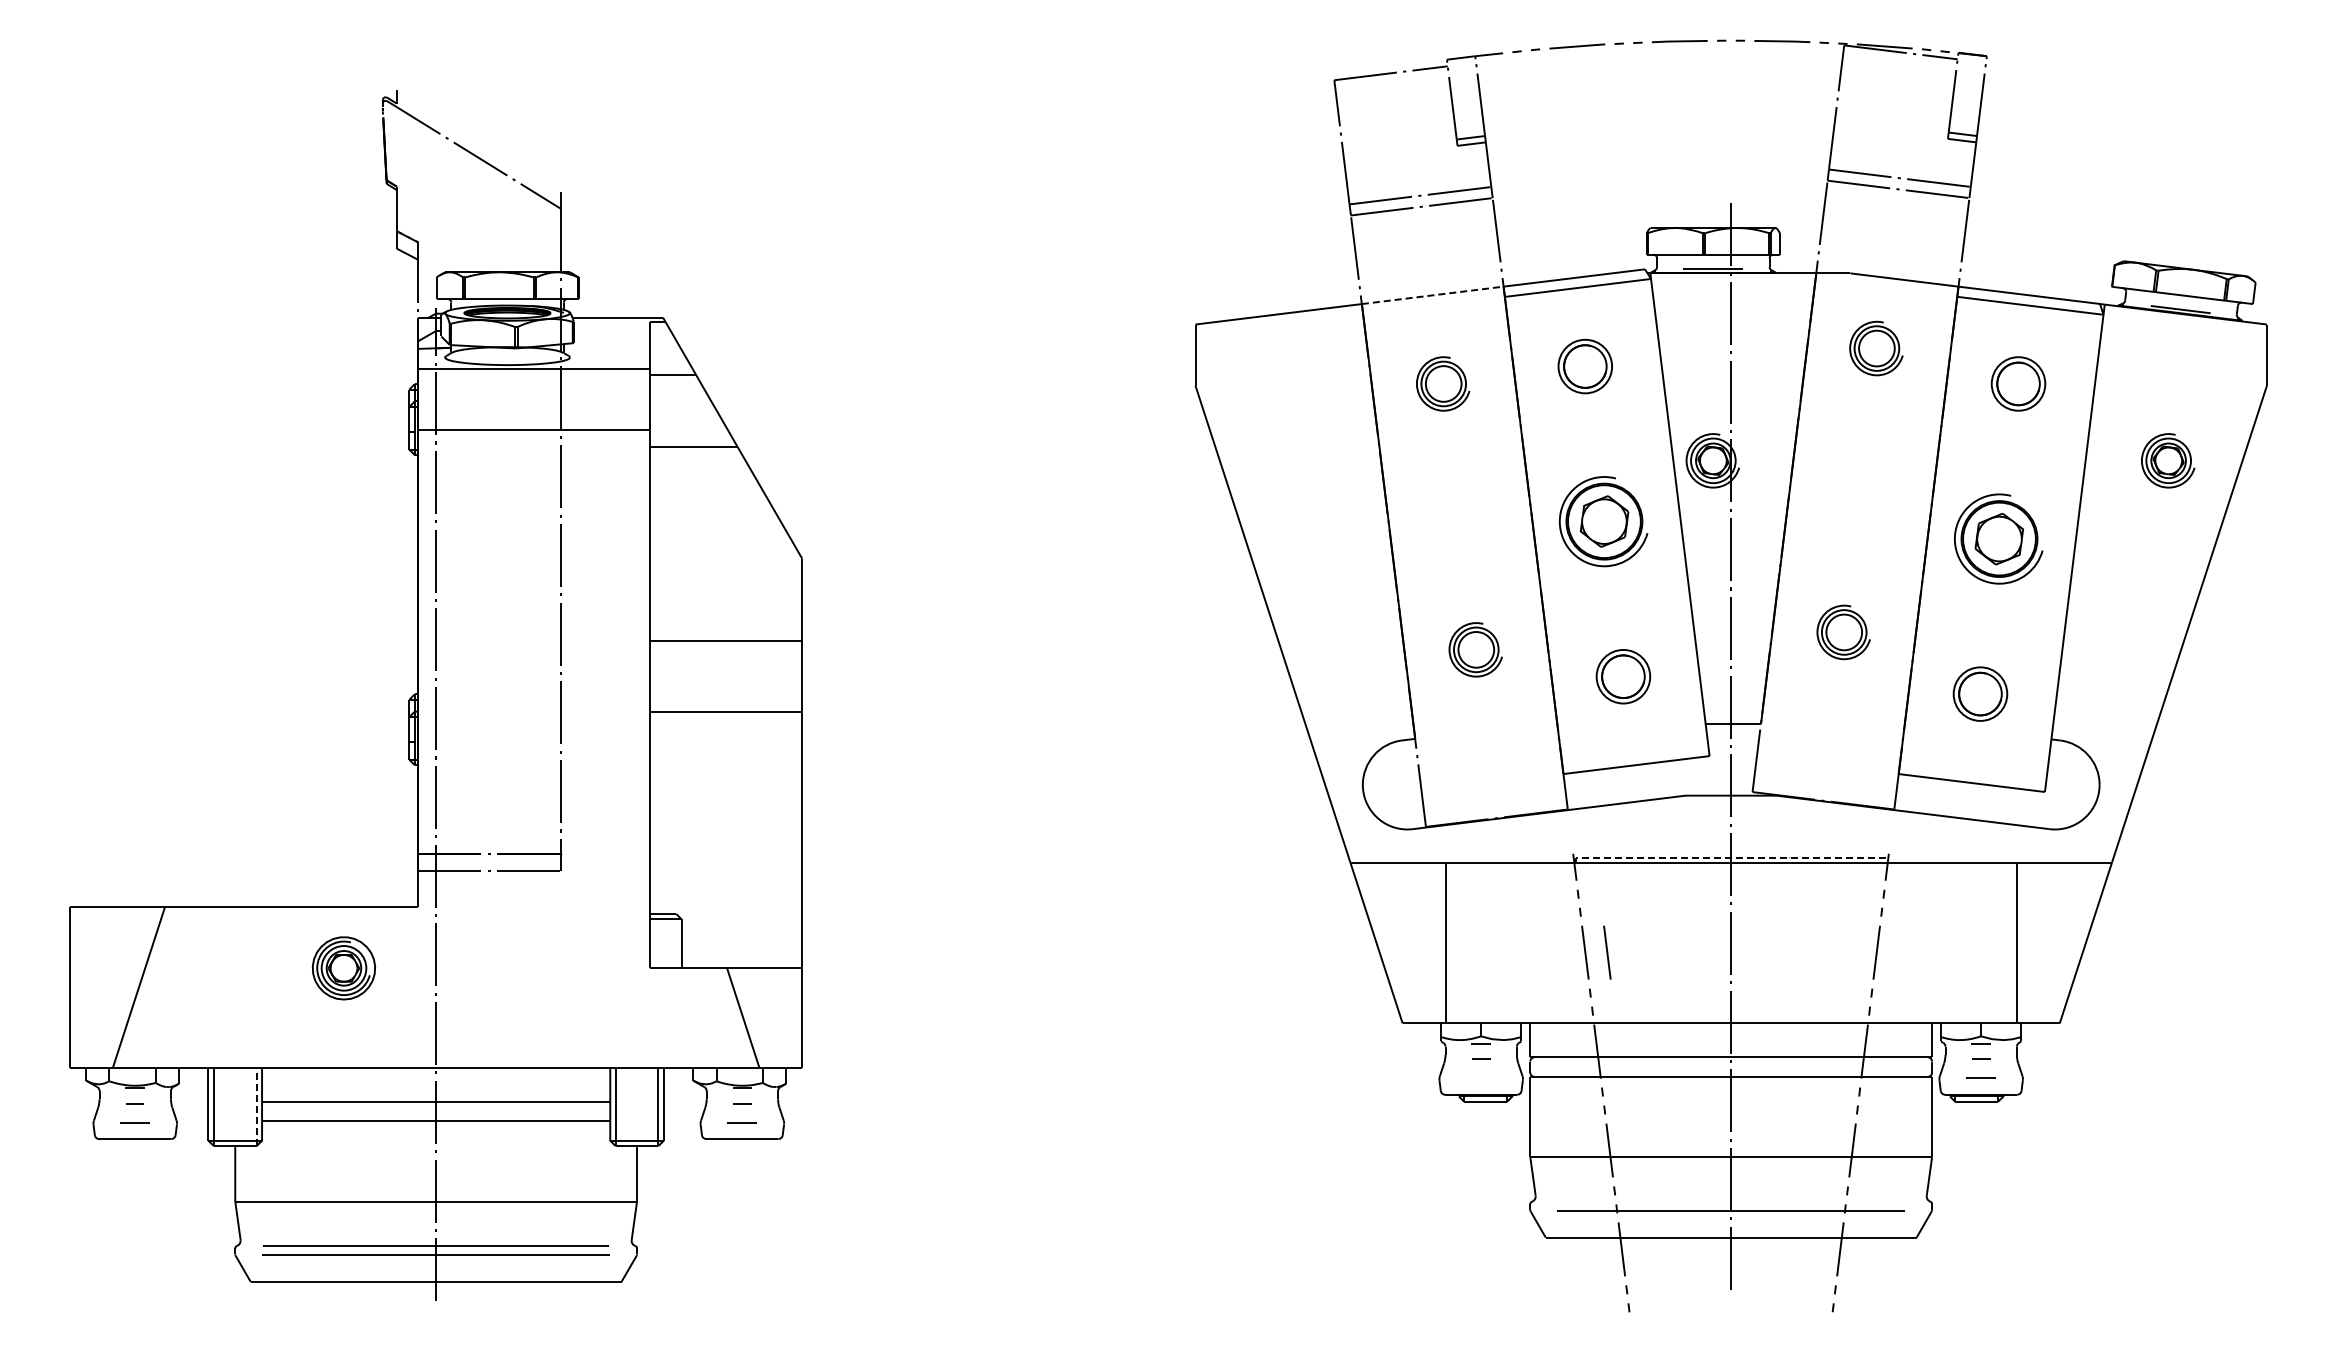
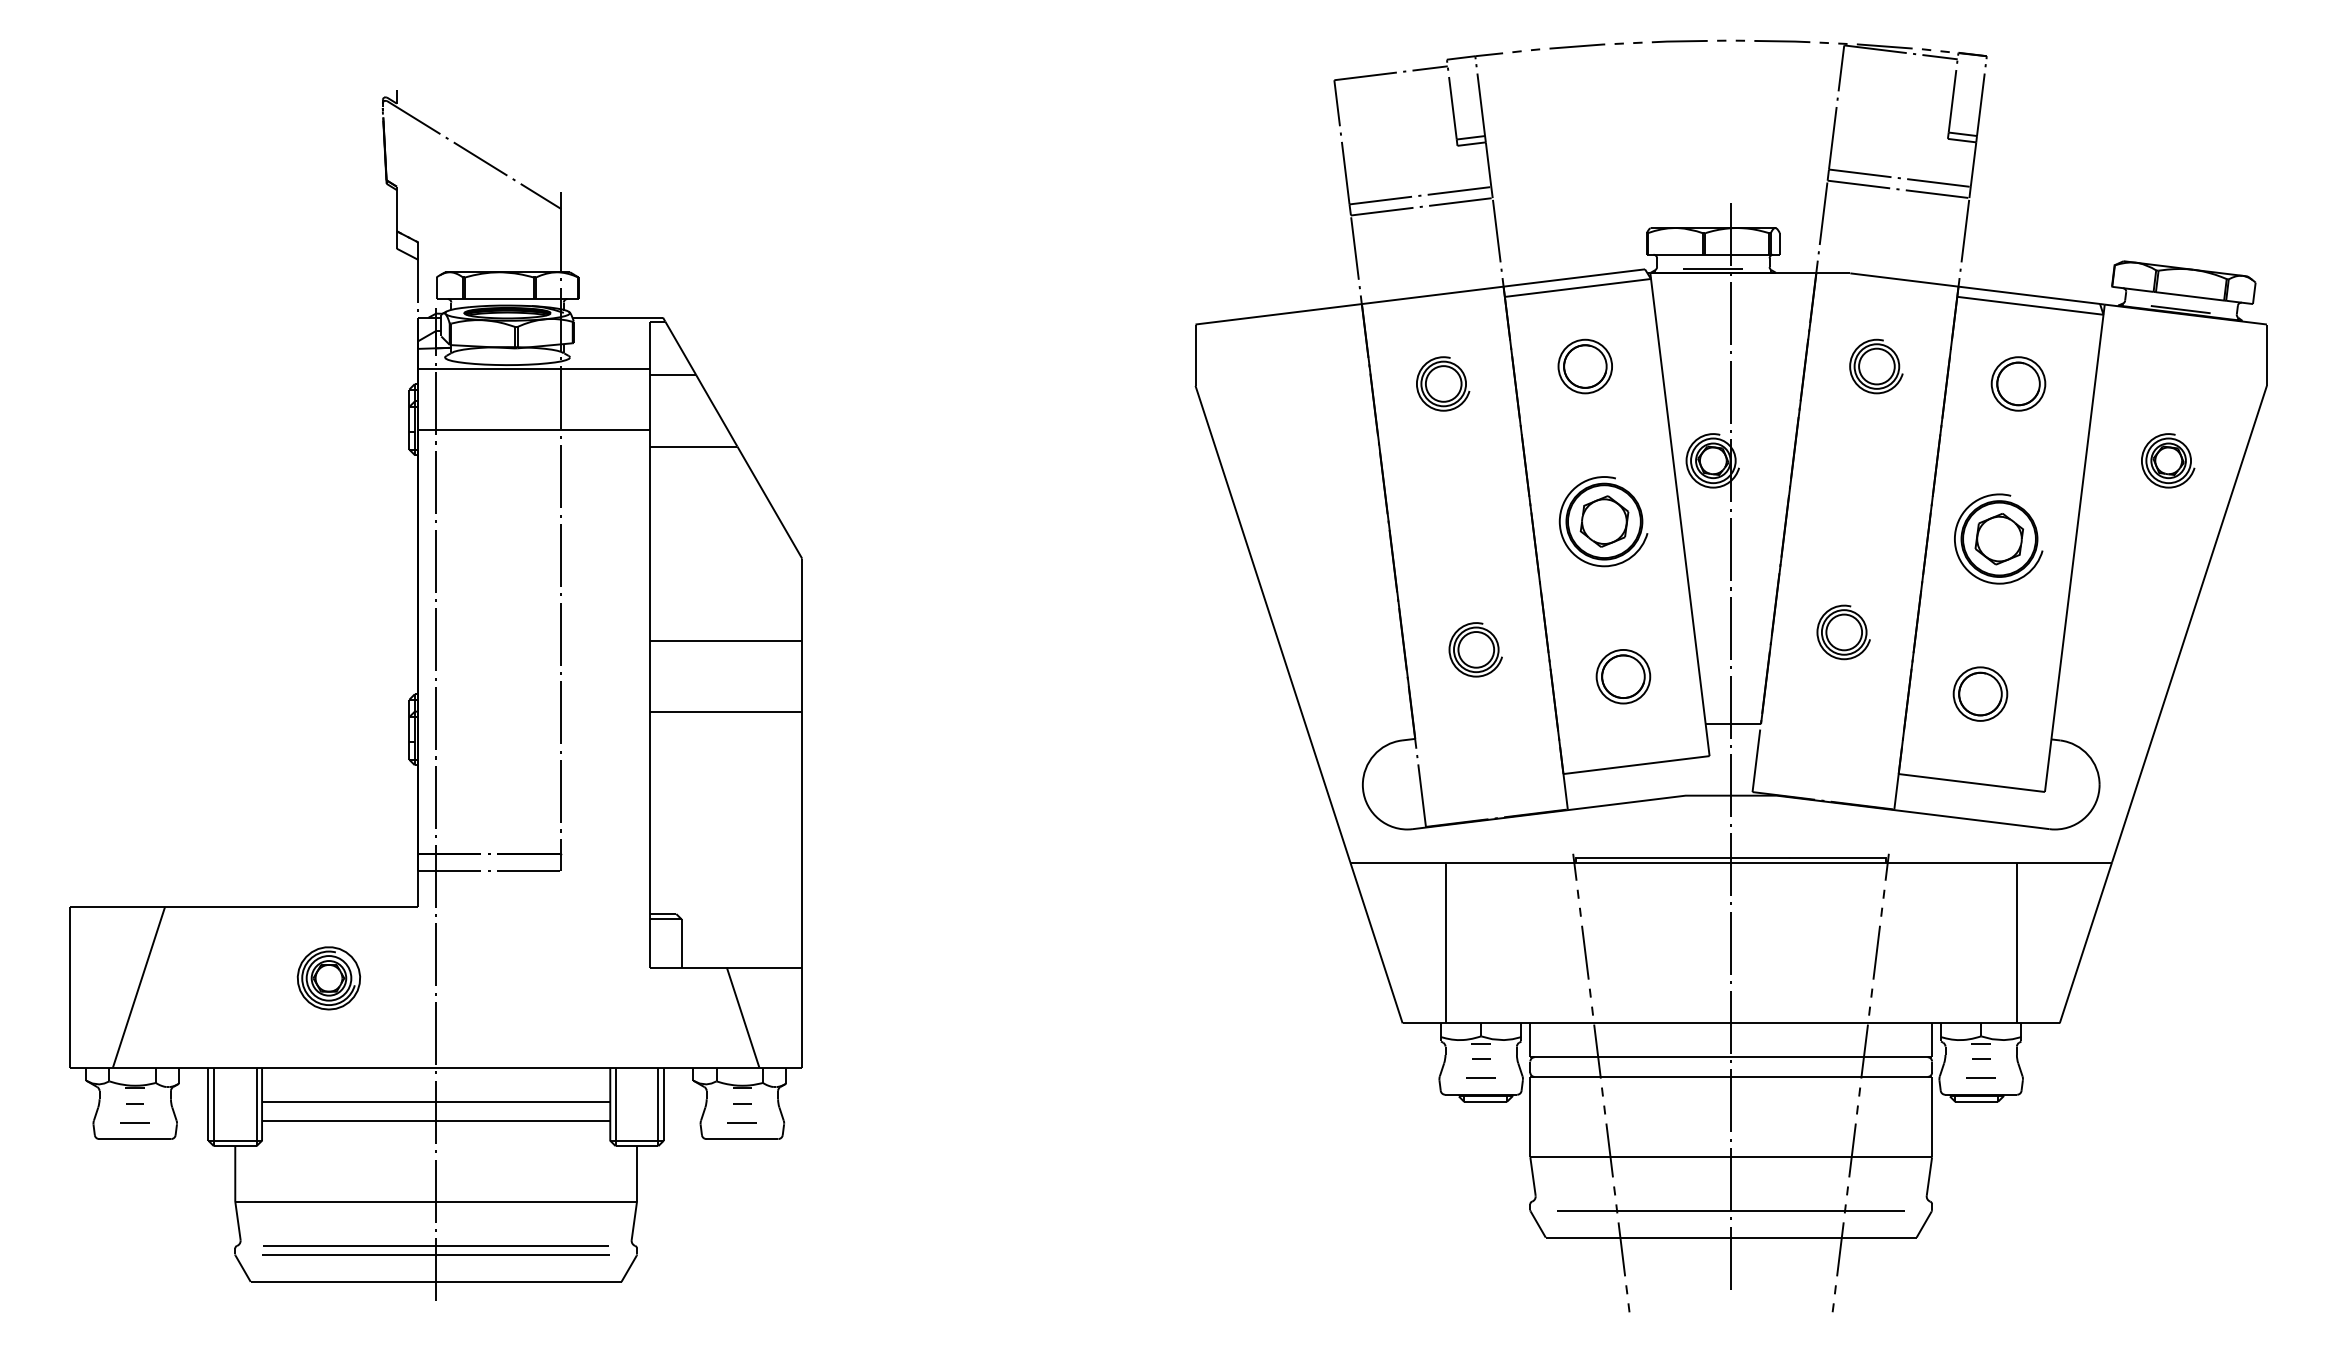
line at (1433, 295): dashed -> solid
part at (1876, 348) position: (1876, 348) -> (1876, 366)
line at (1731, 858): dashed -> solid
line at (1607, 952): present -> none
part at (343, 968) position: (343, 968) -> (328, 978)
line at (1480, 1077): none -> present
line at (256, 1106): dashed -> solid
